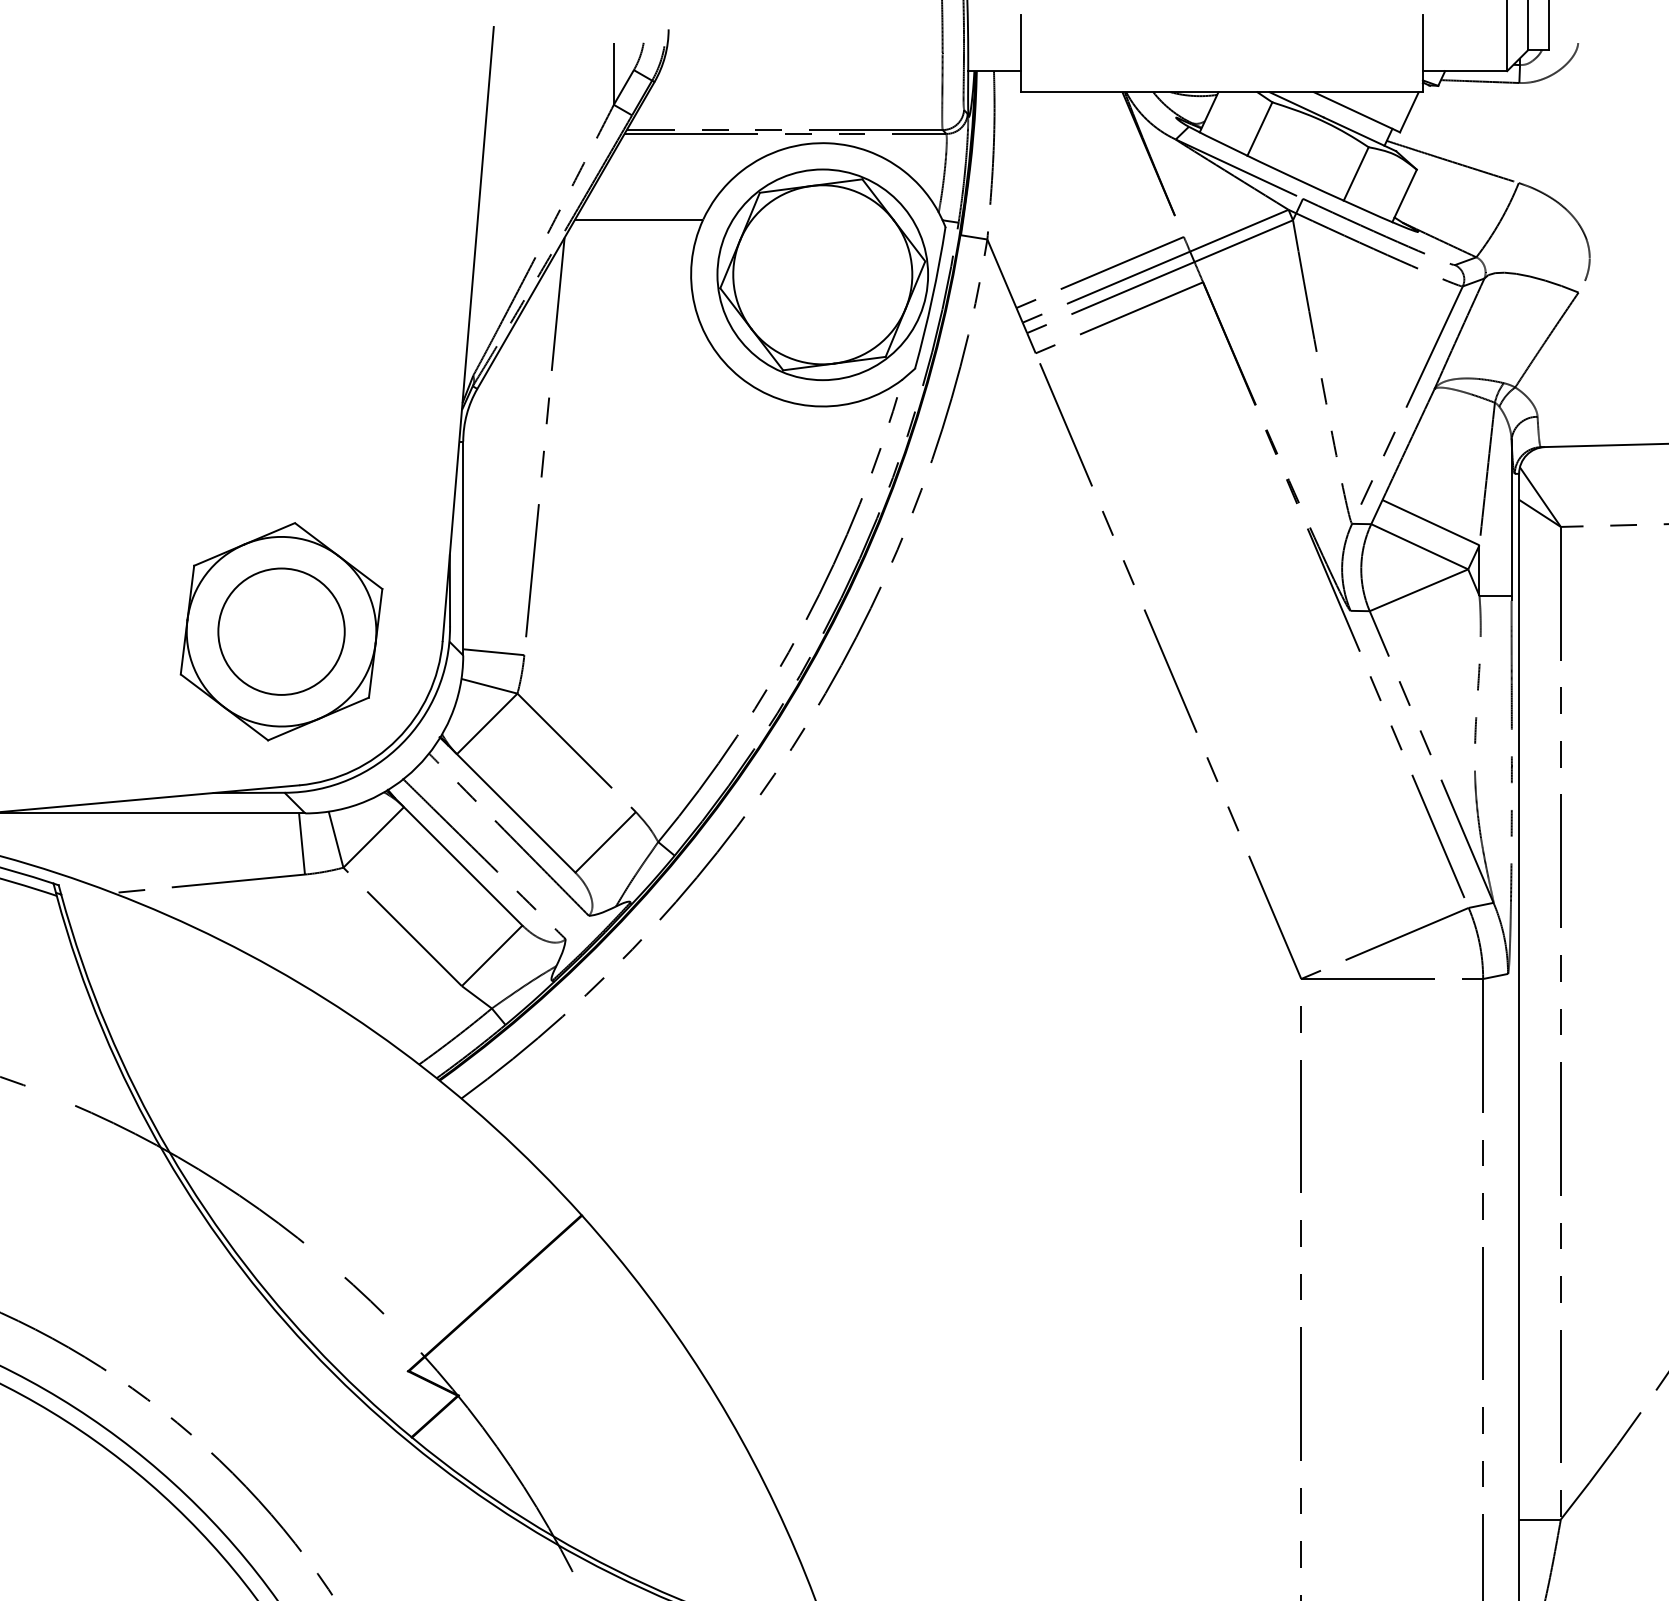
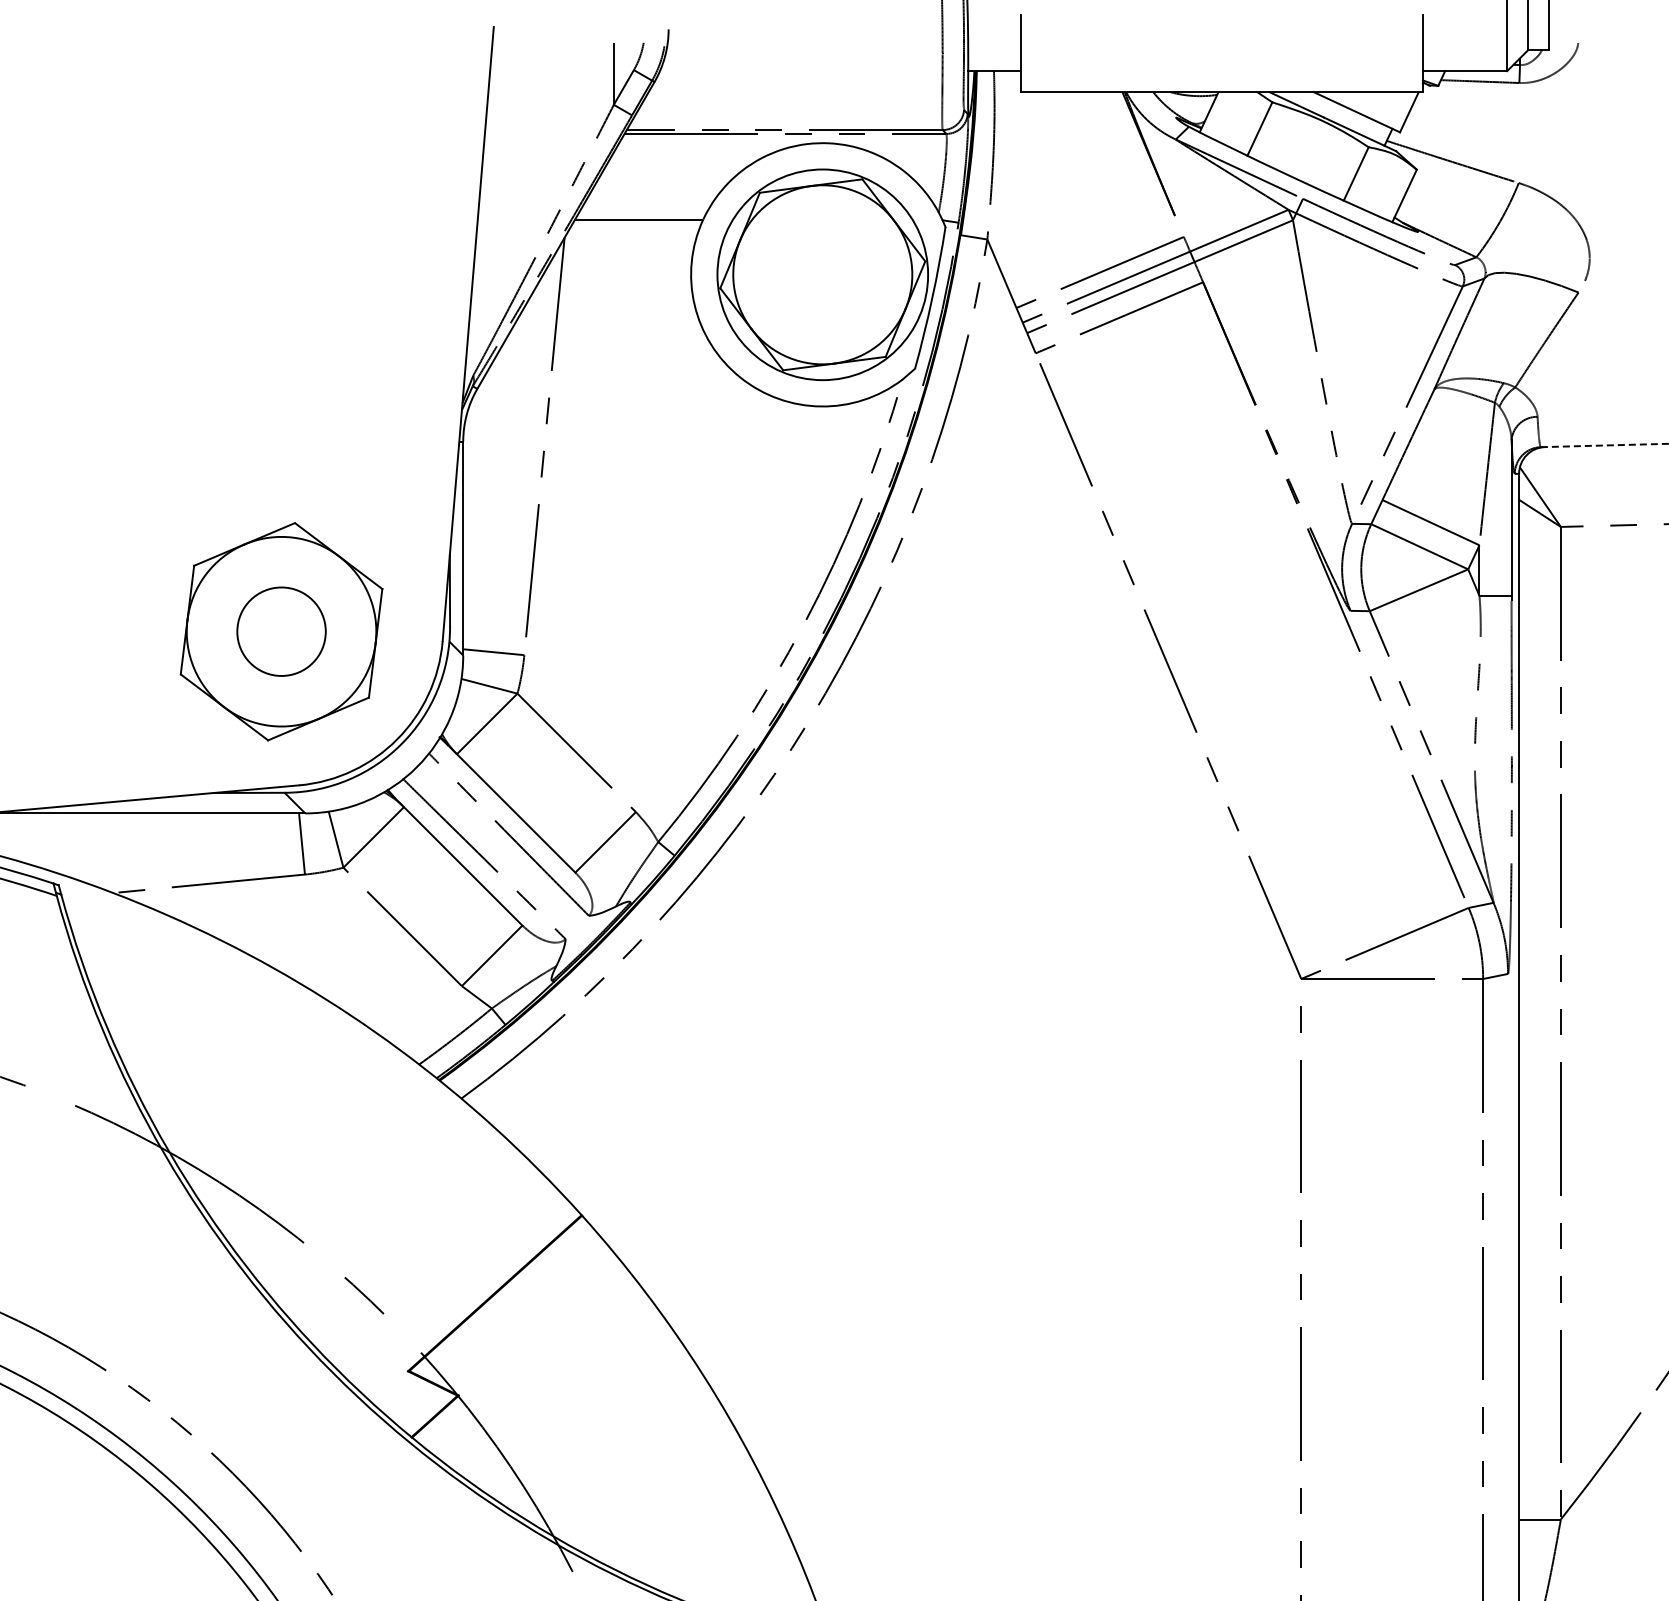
line at (1604, 445): solid -> dashed
circle at (281, 631) diameter: 126 px -> 88 px
